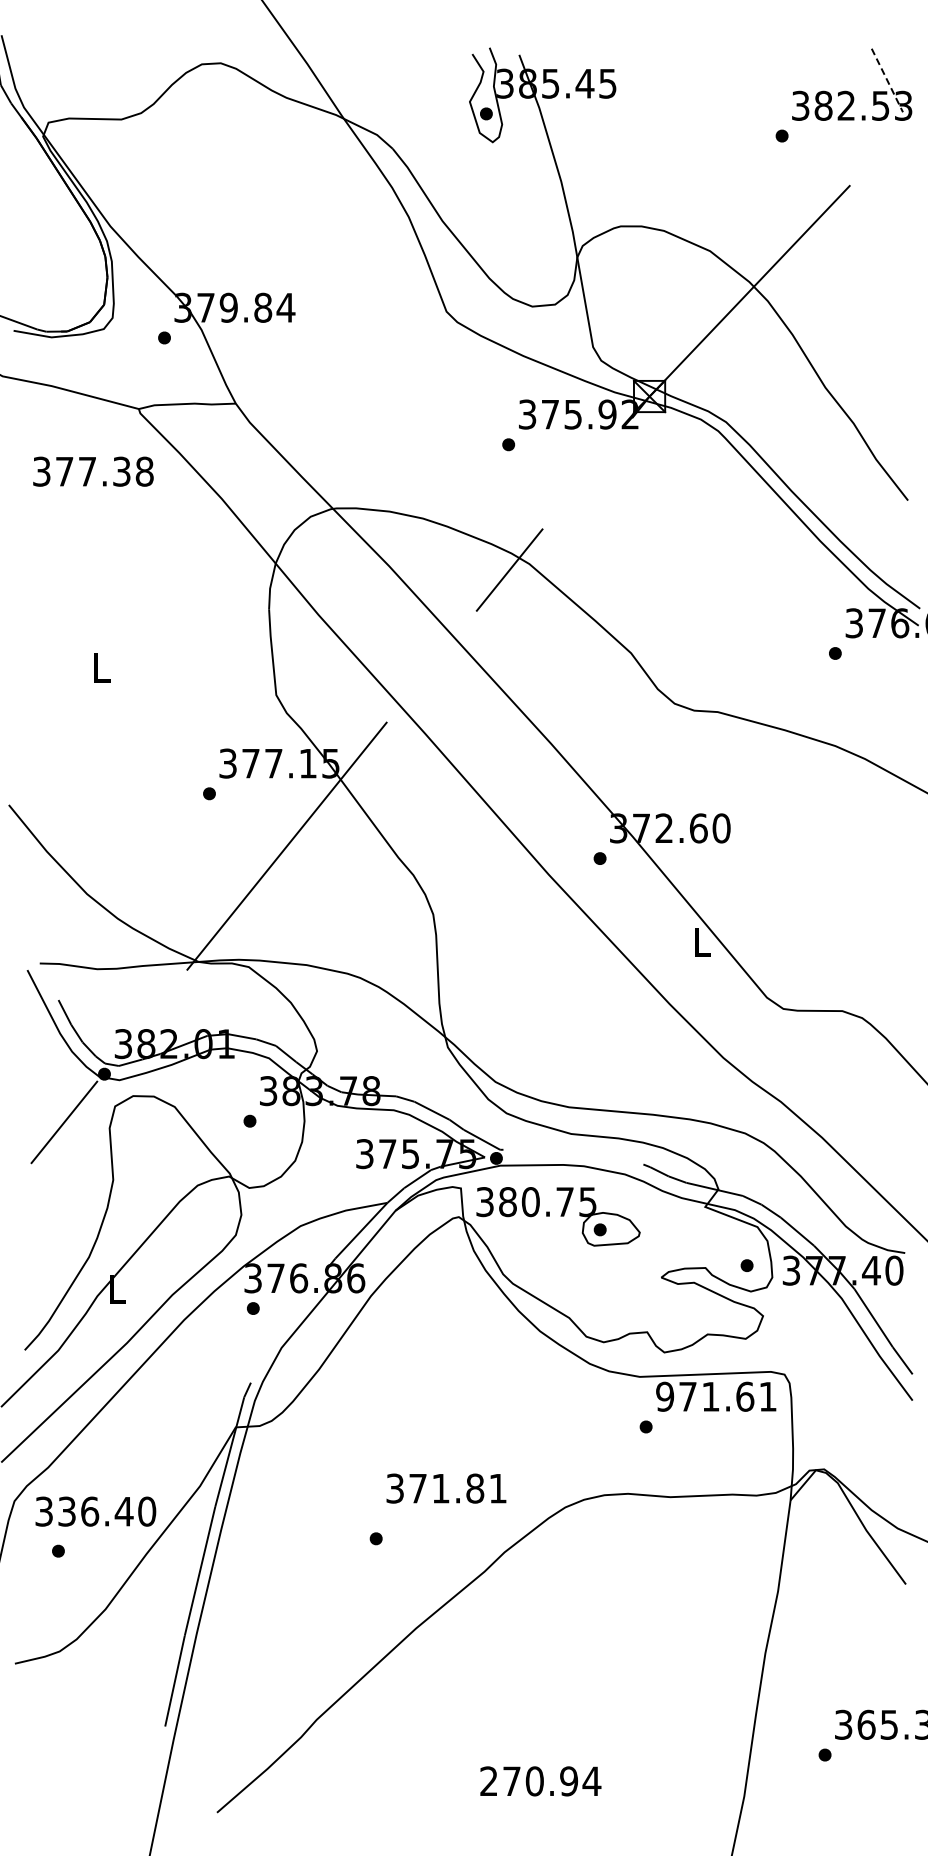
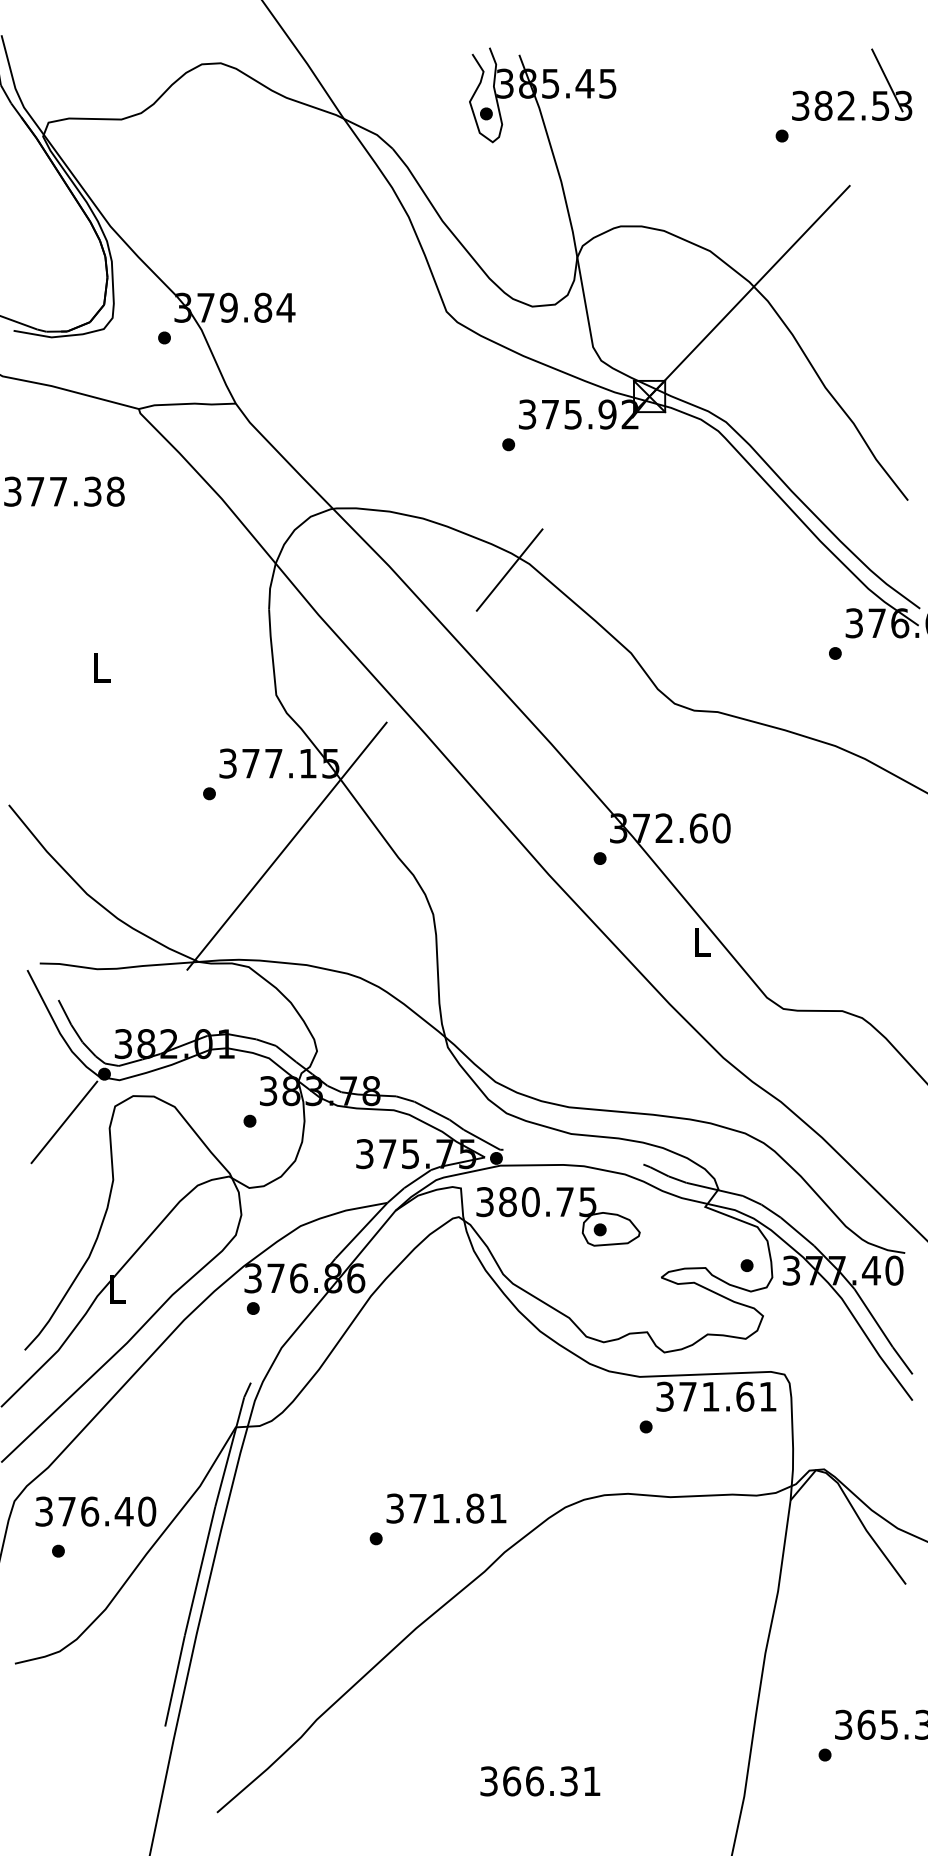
line at (887, 80): dashed -> solid
text at (93, 471) position: (93, 471) -> (64, 491)
text at (665, 1396): 971.61 -> 371.61
text at (446, 1488) position: (446, 1488) -> (446, 1508)
text at (66, 1511): 336.40 -> 376.40
text at (540, 1781): 270.94 -> 366.31
